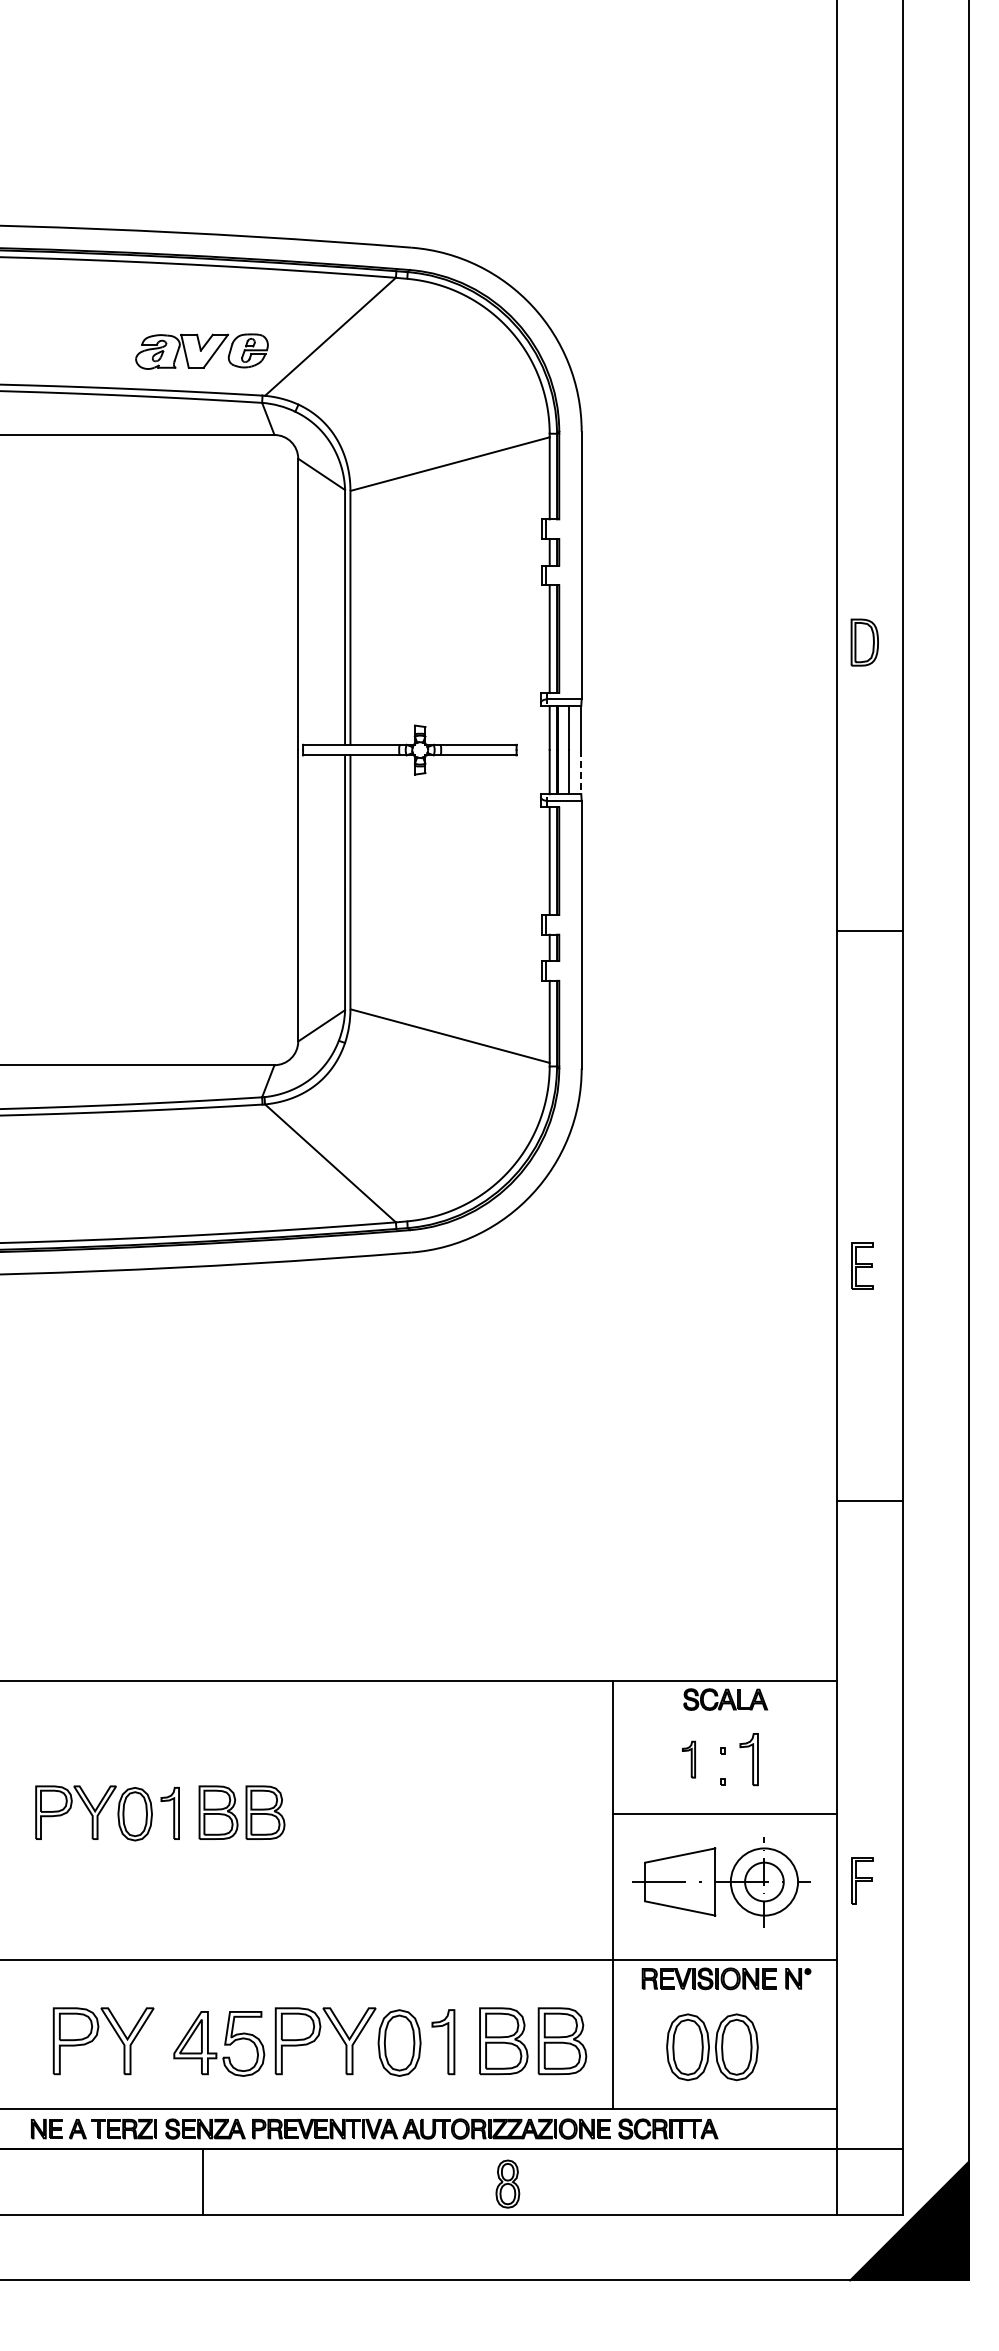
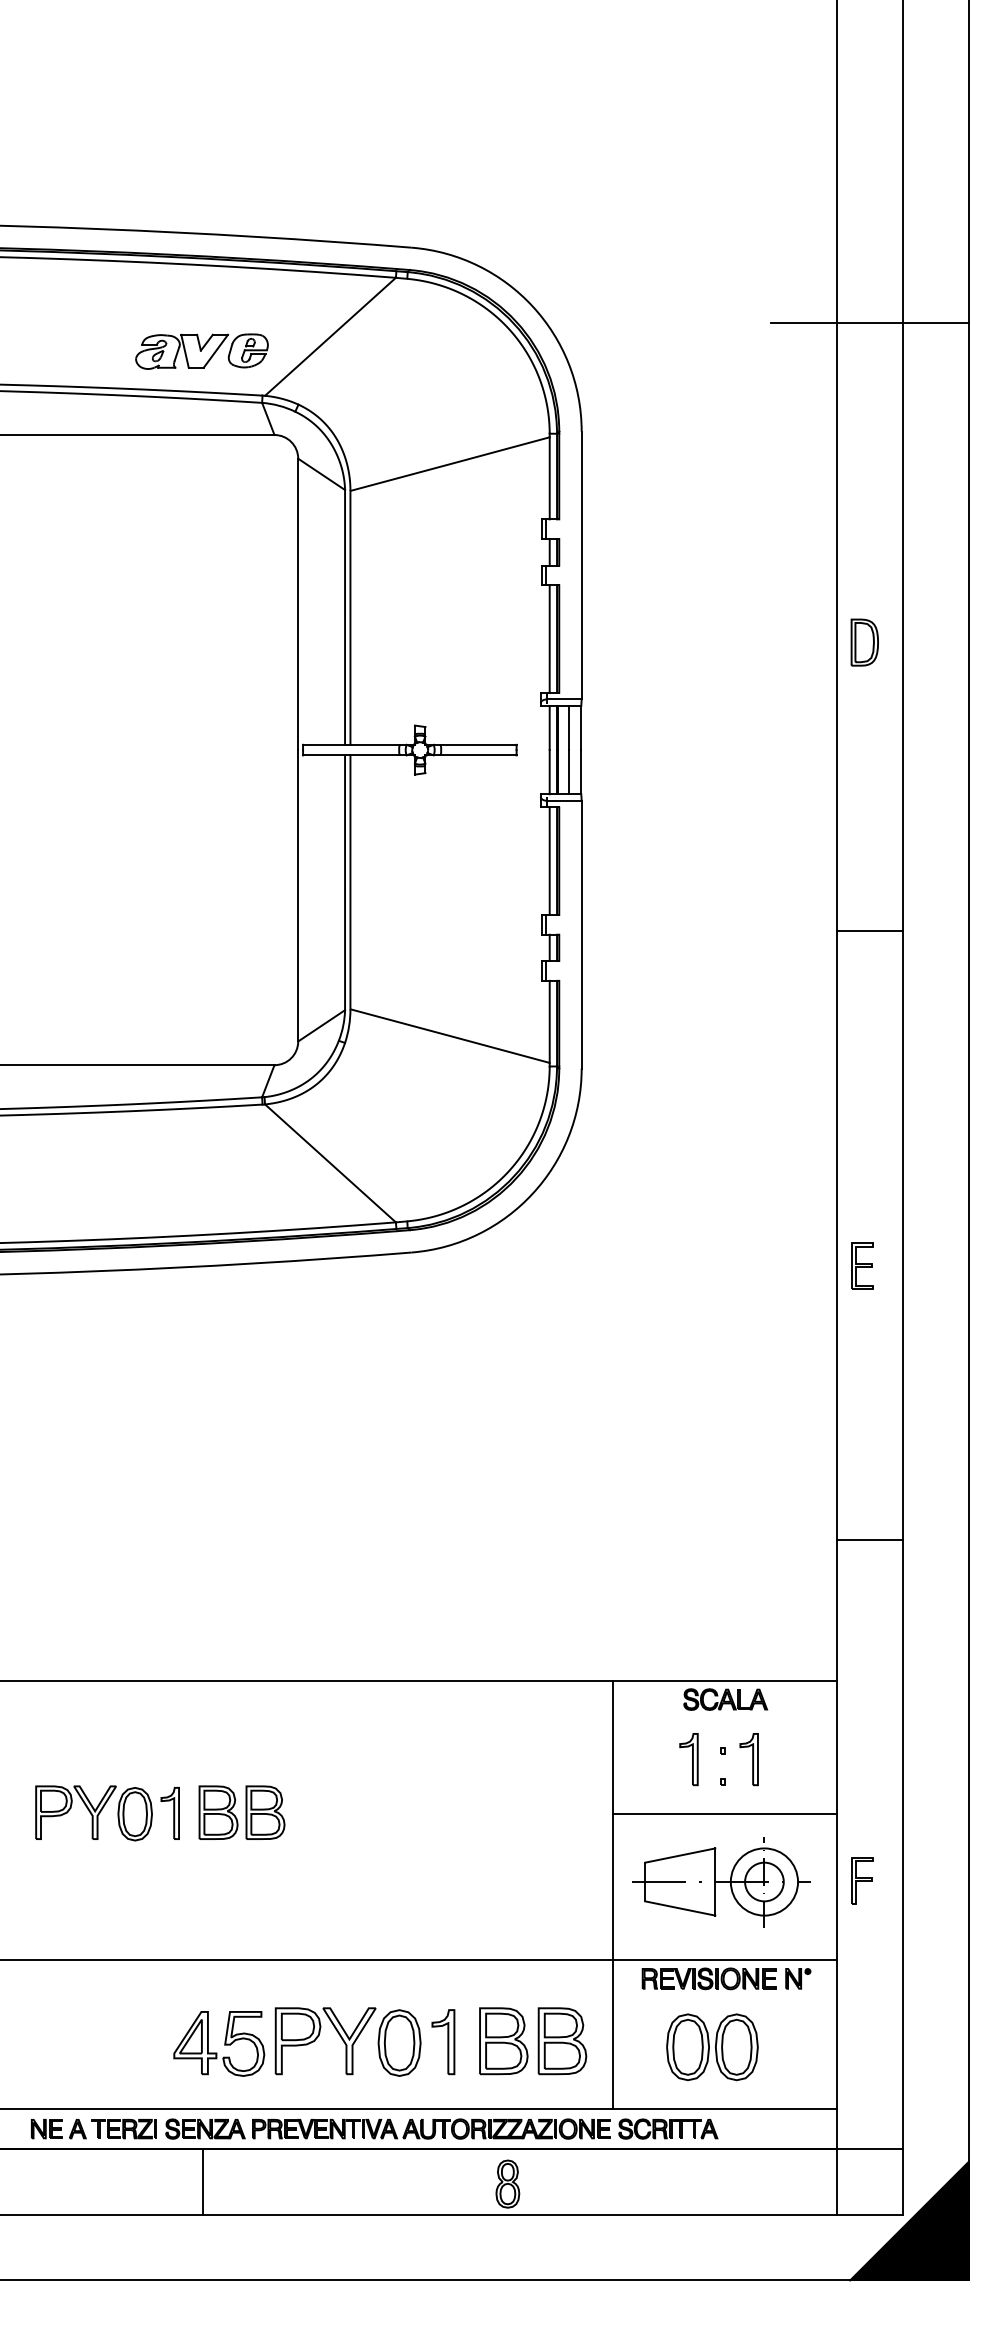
line at (869, 322): none -> present
line at (580, 772): dashed -> solid
line at (869, 1500) position: (869, 1500) -> (869, 1539)
part at (688, 1759) size: 14x39 px -> 20x54 px
part at (97, 2036): present -> none
